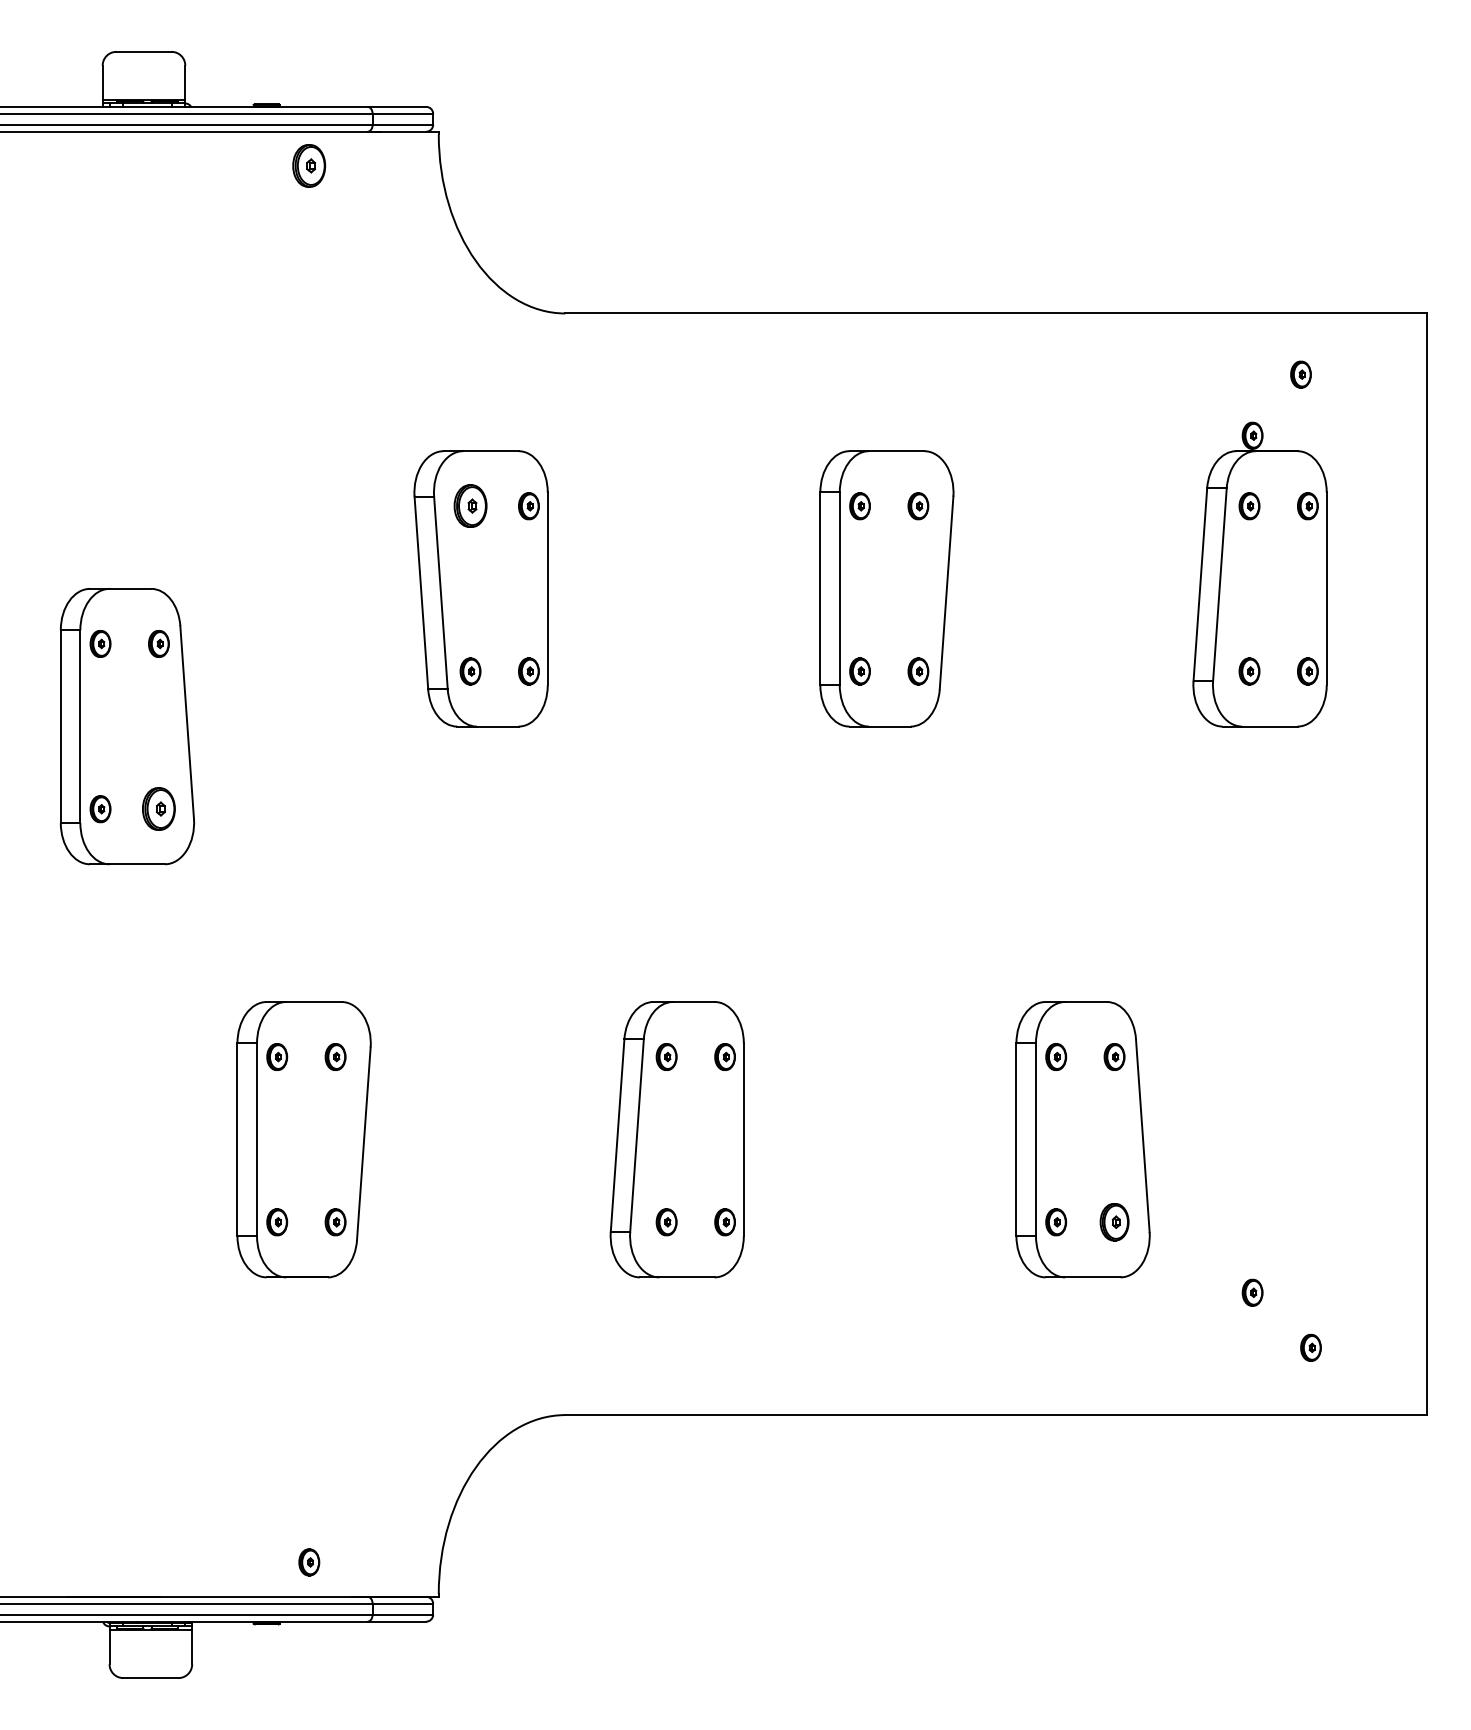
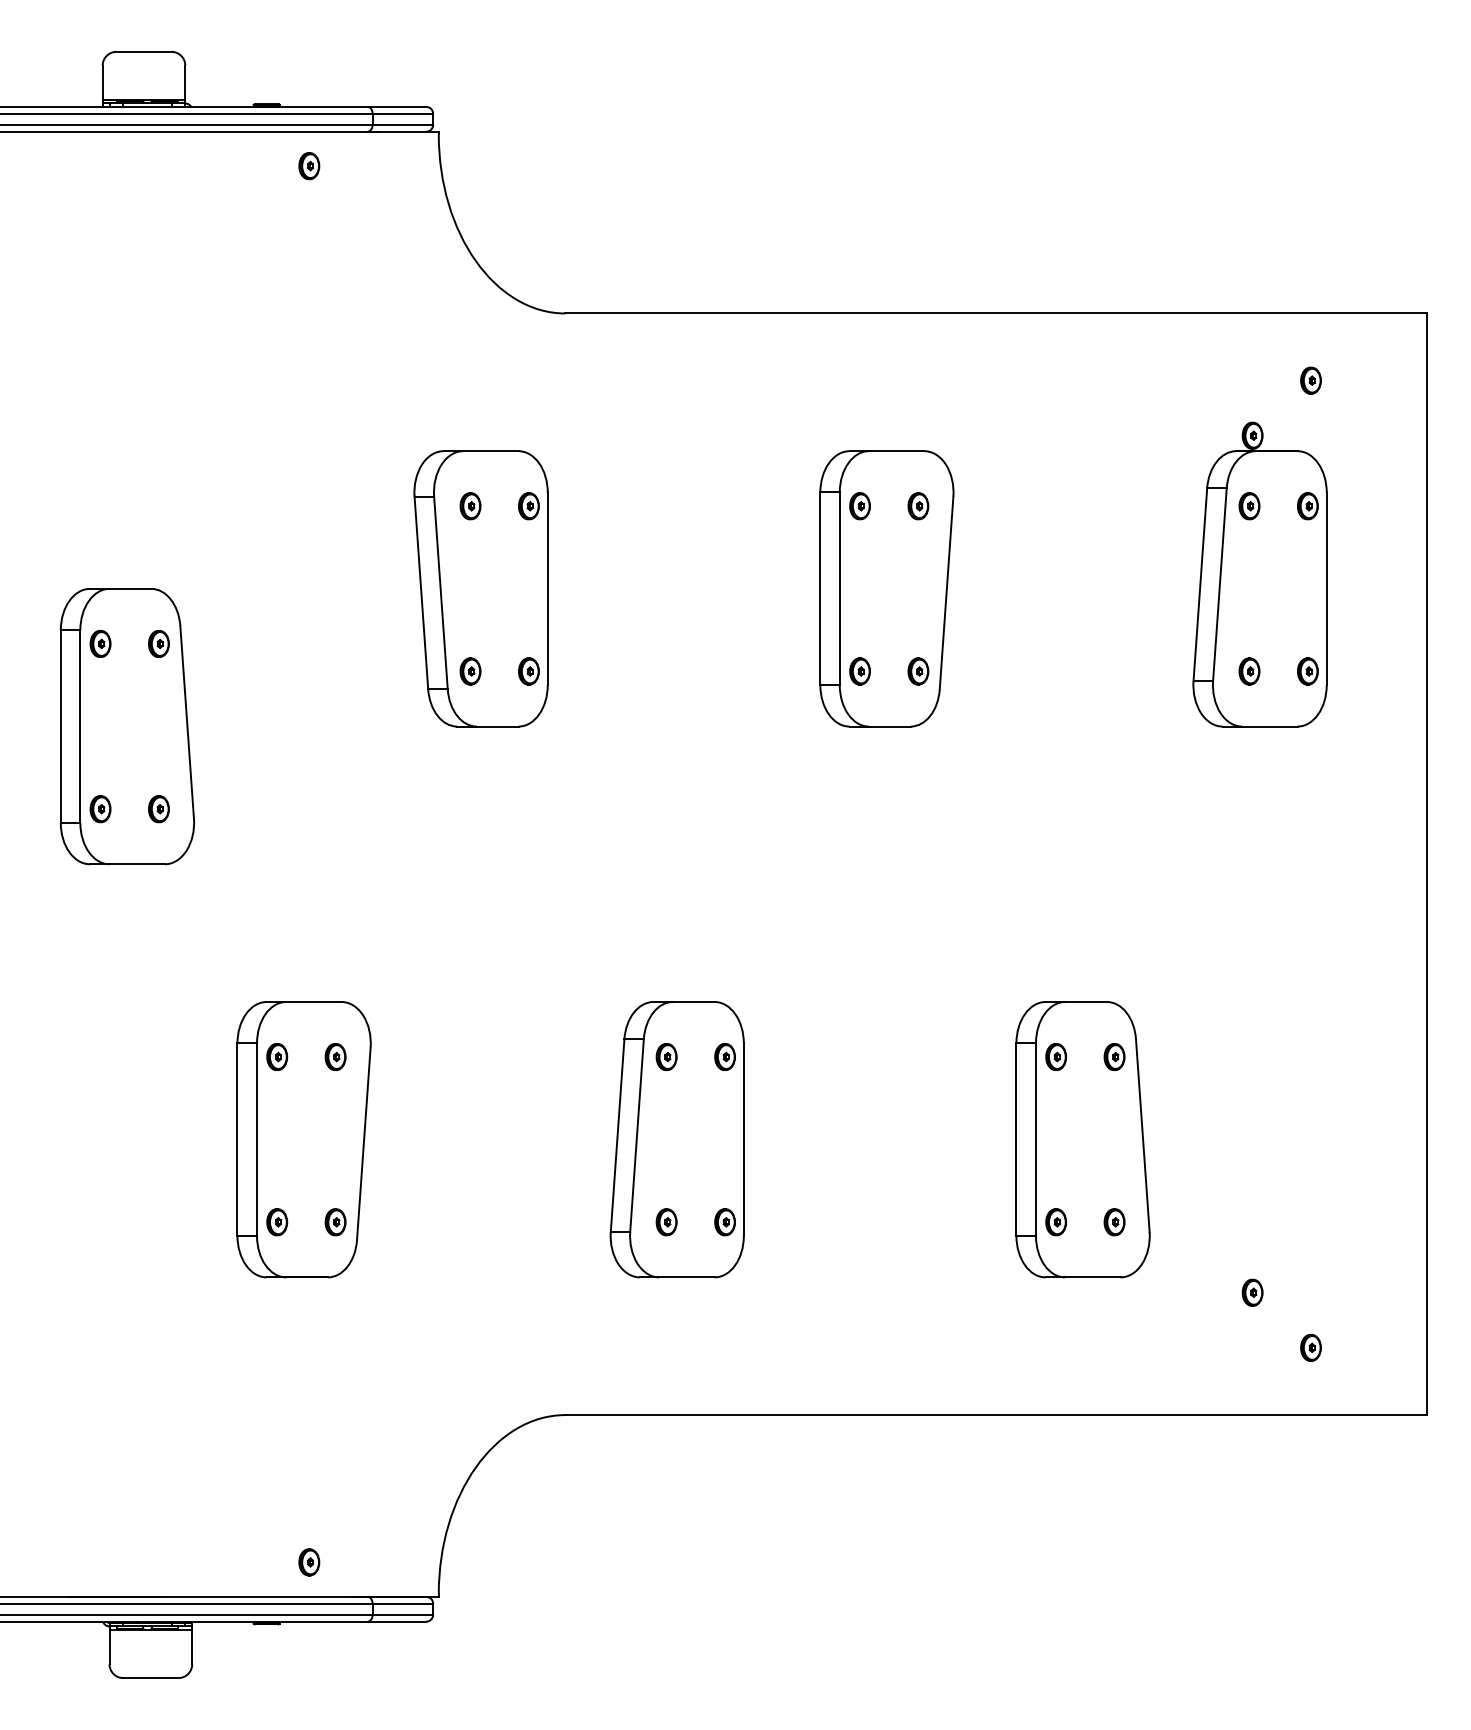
part at (309, 165) size: 35x44 px -> 23x29 px
part at (1300, 374) position: (1300, 374) -> (1310, 380)
part at (470, 505) size: 35x44 px -> 23x29 px
part at (158, 808) size: 34x44 px -> 22x29 px
part at (1114, 1222) size: 31x39 px -> 23x29 px
